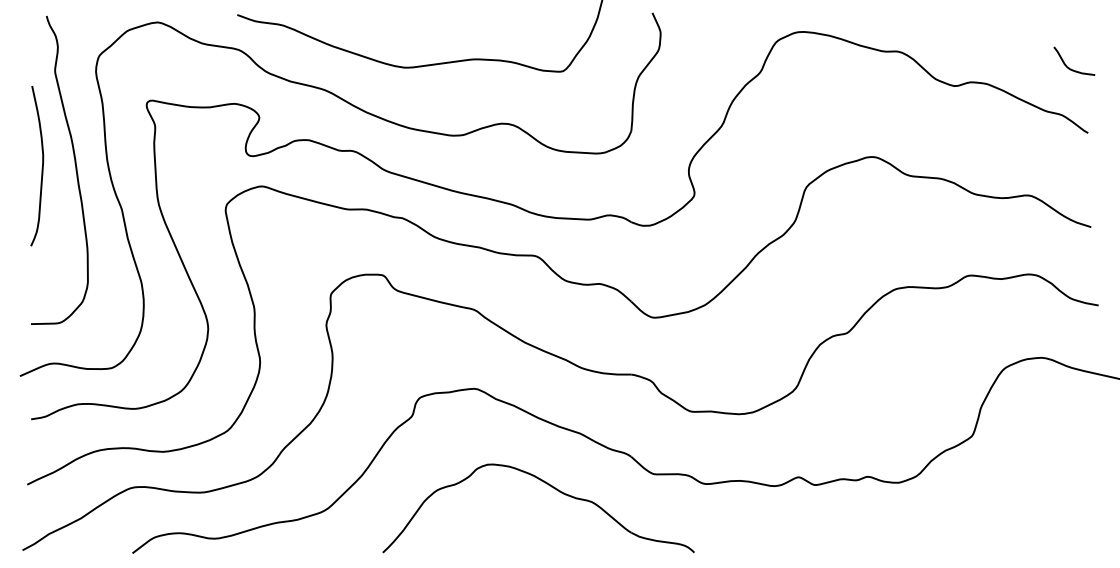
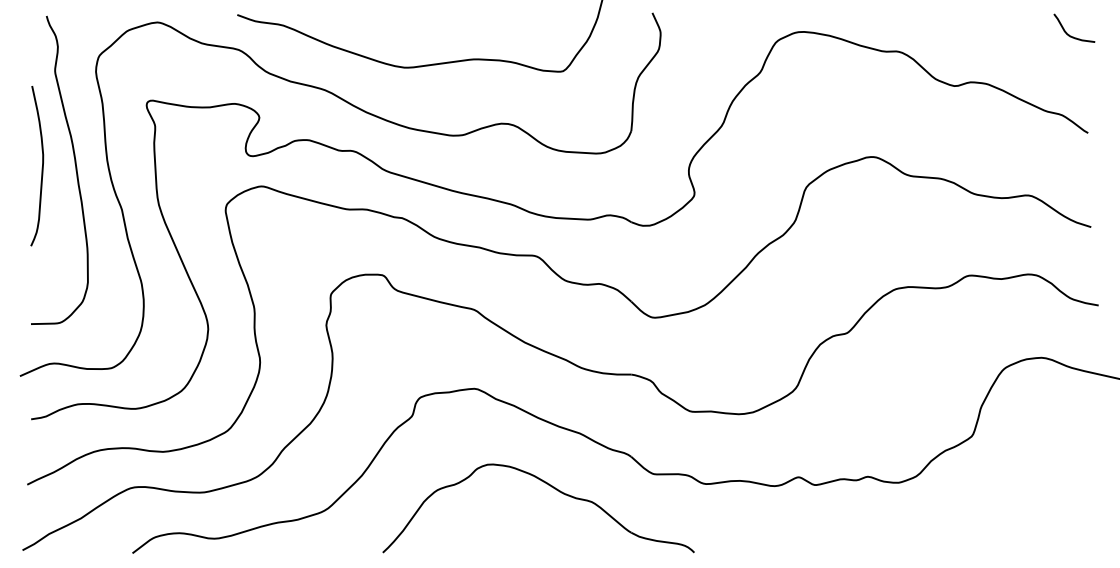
curve at (1068, 66) position: (1068, 66) -> (1068, 33)
